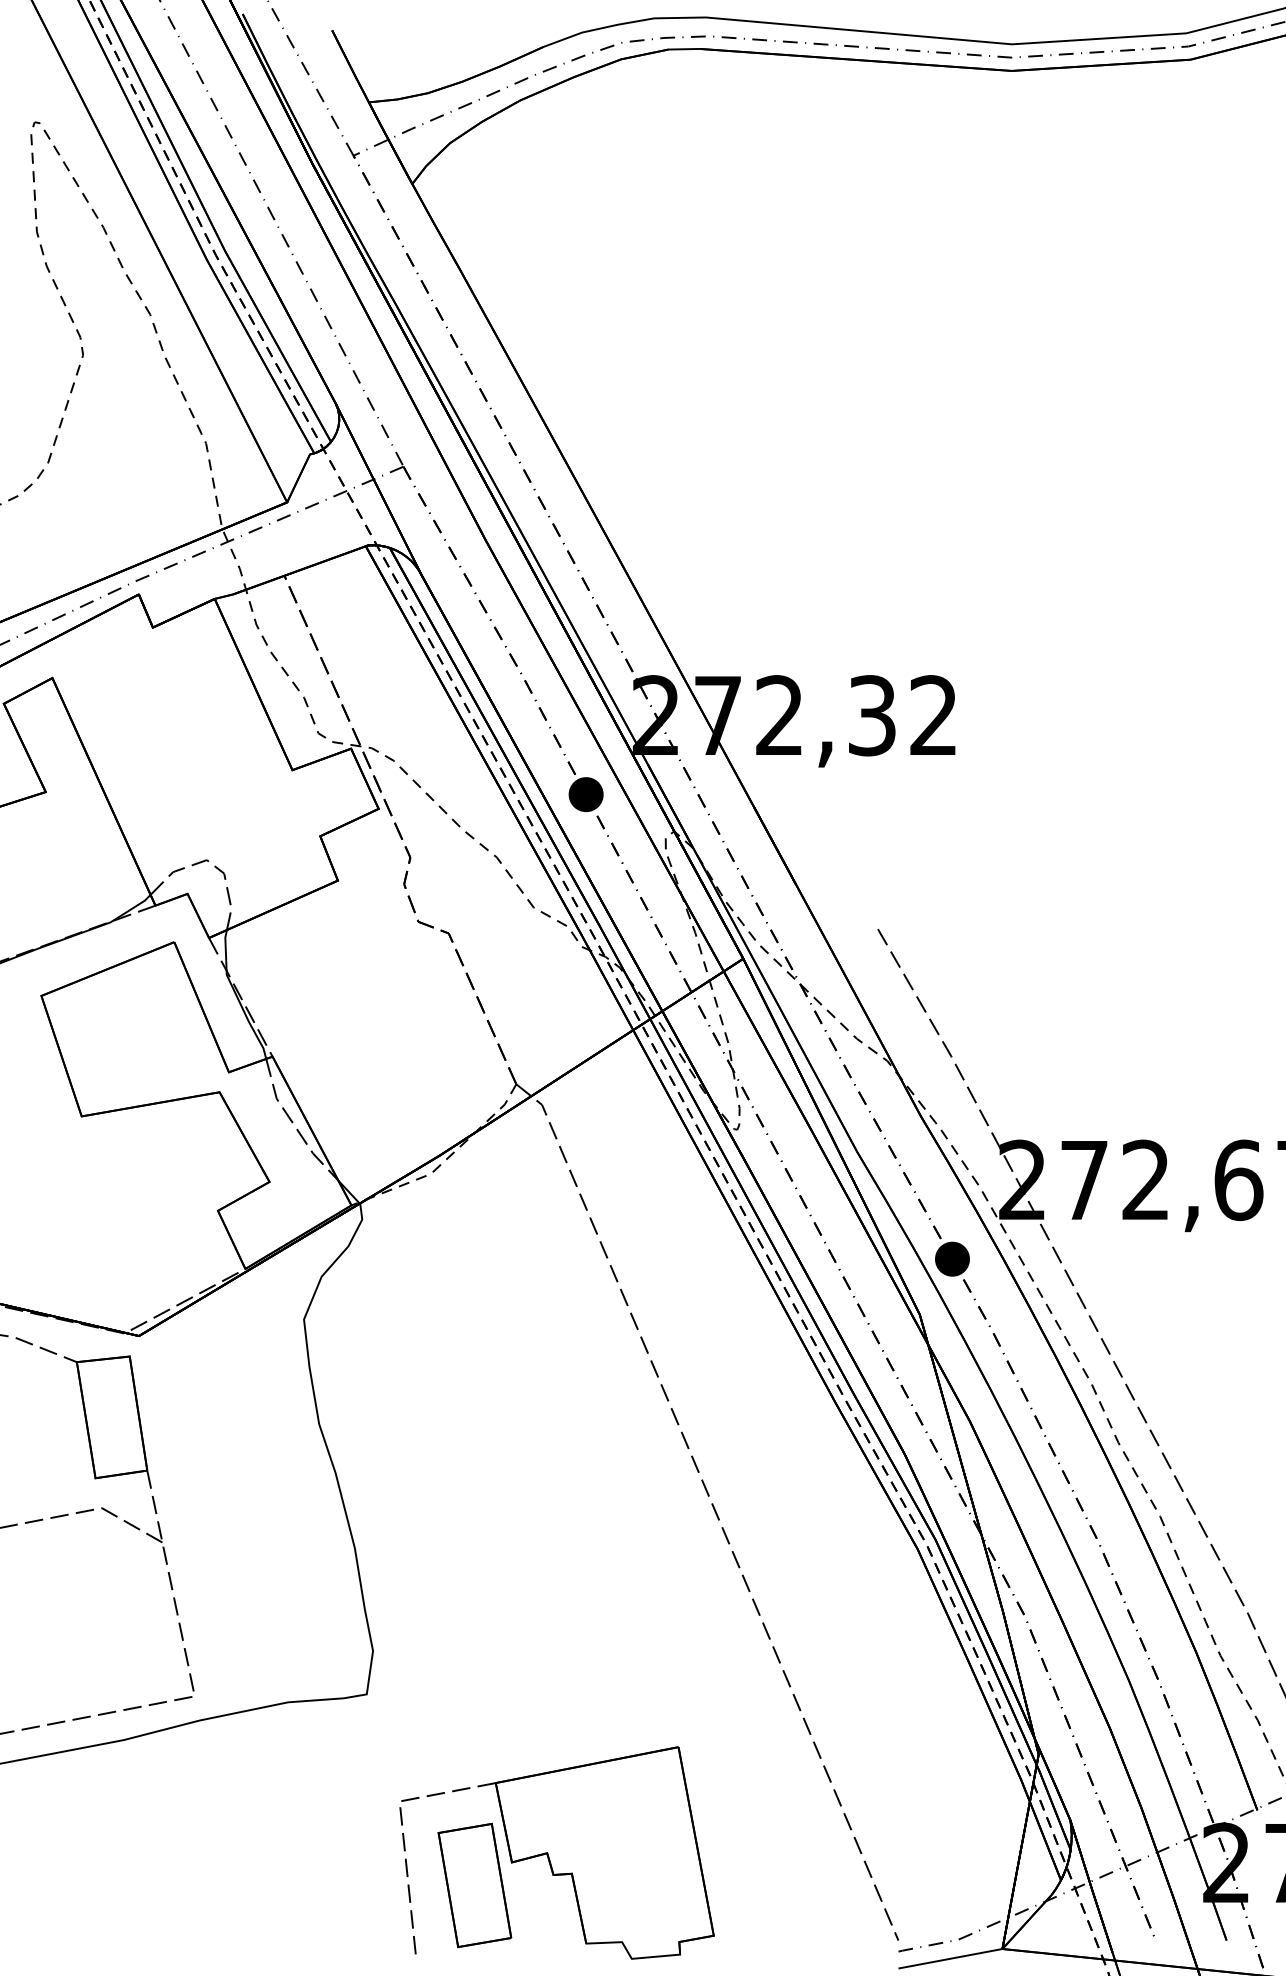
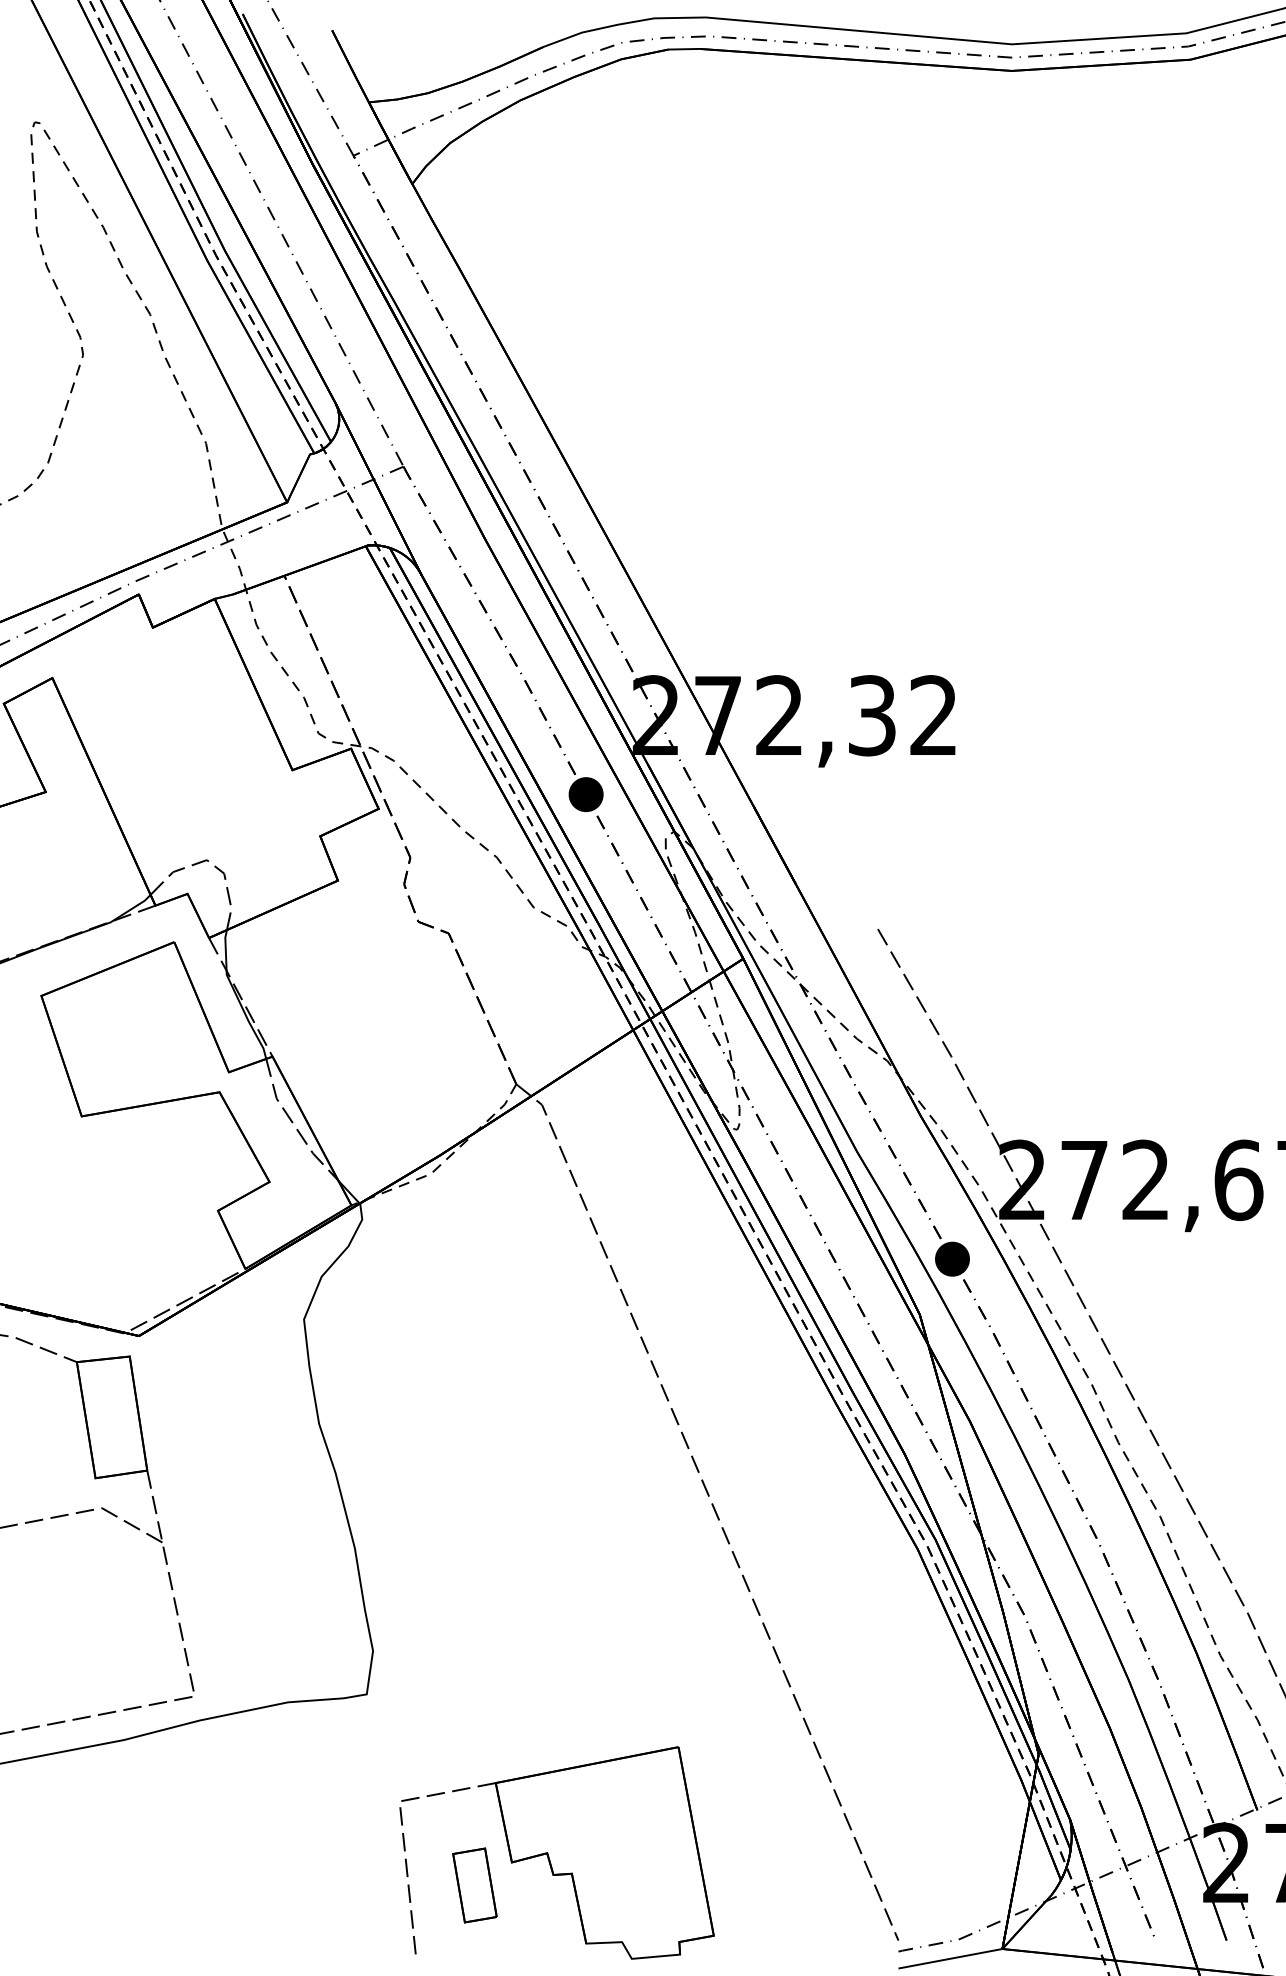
part at (474, 1885) size: 76x127 px -> 46x77 px
